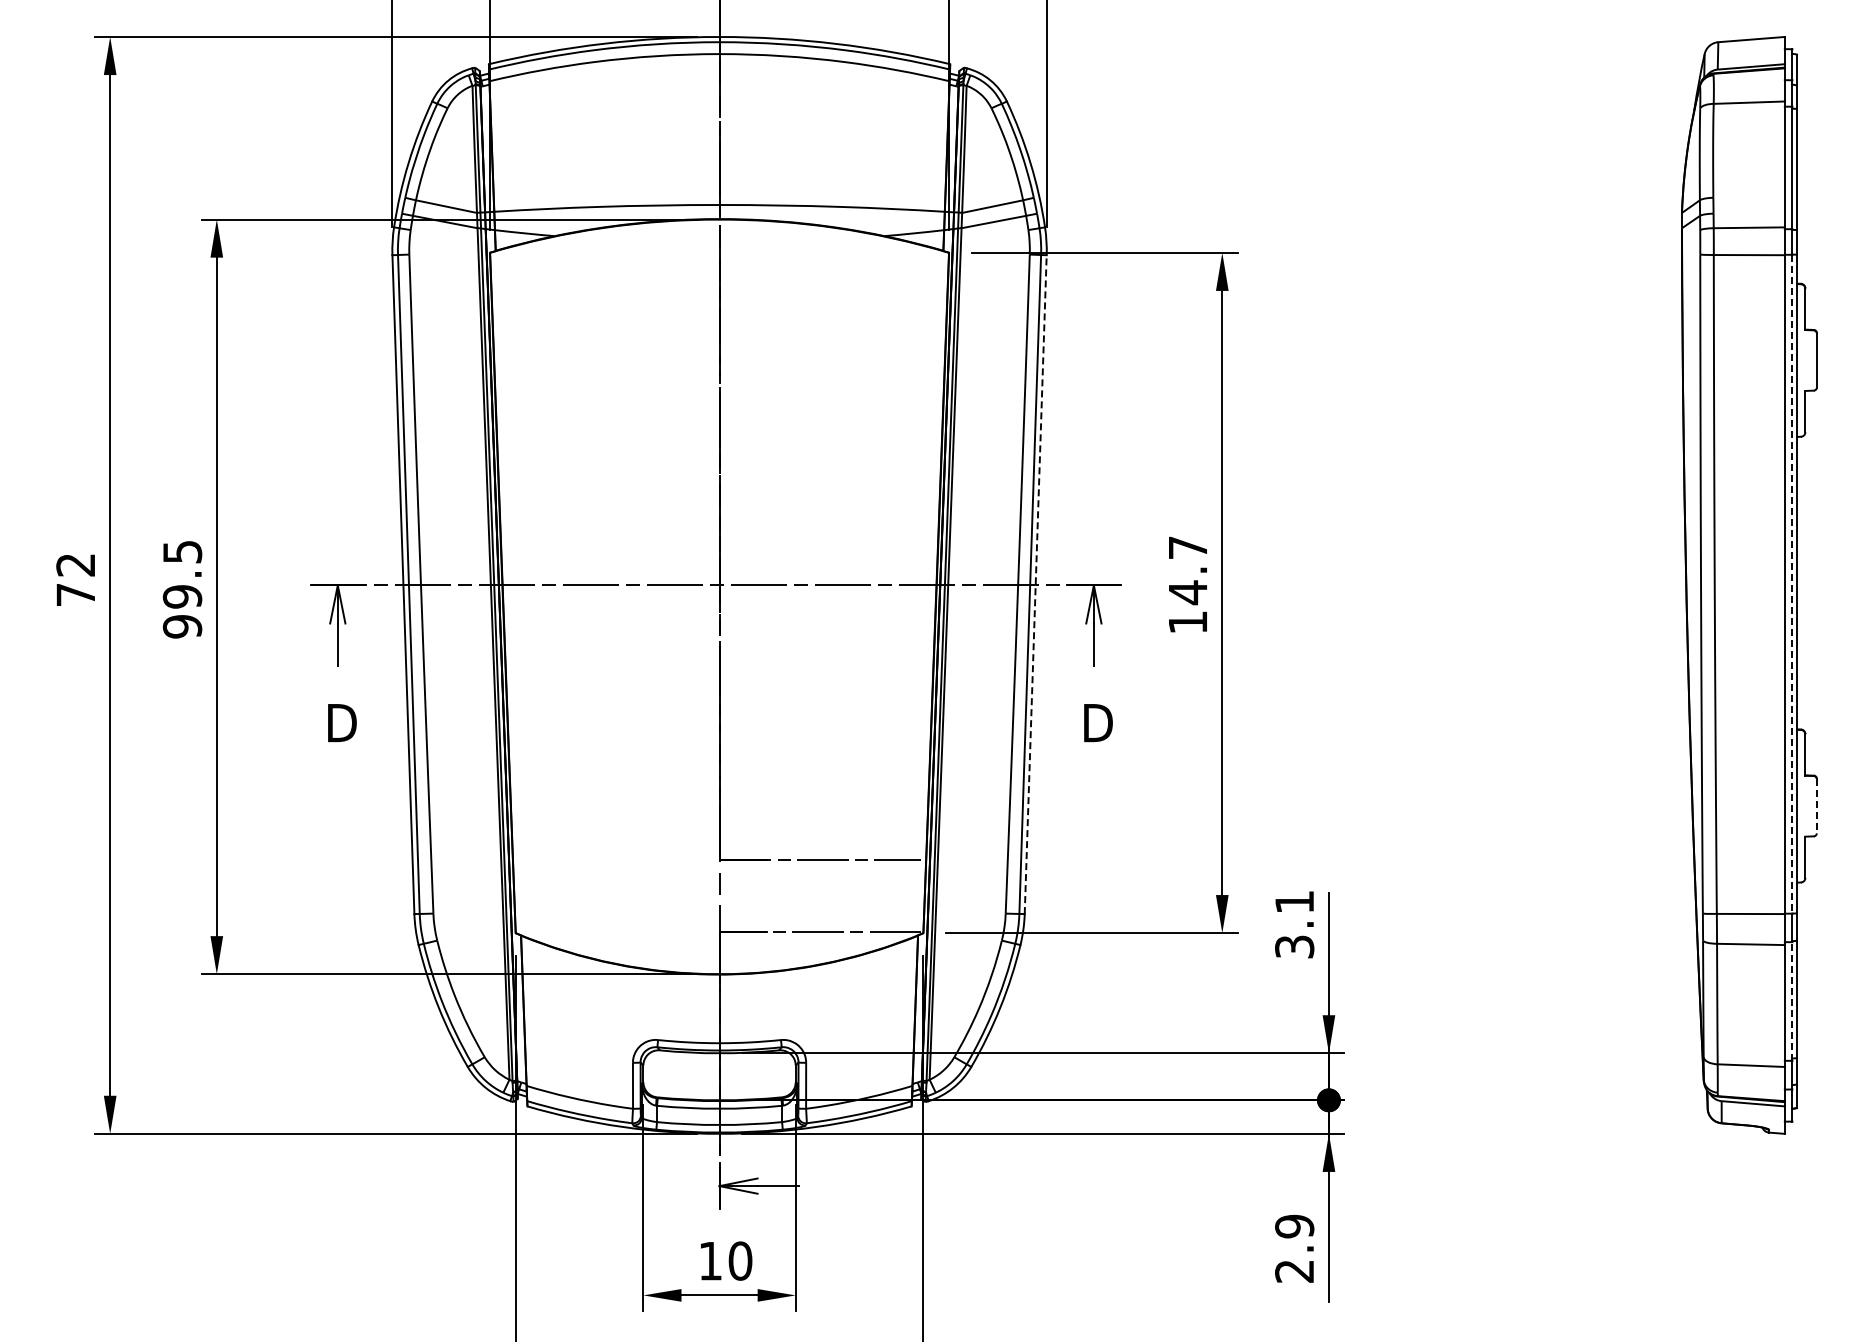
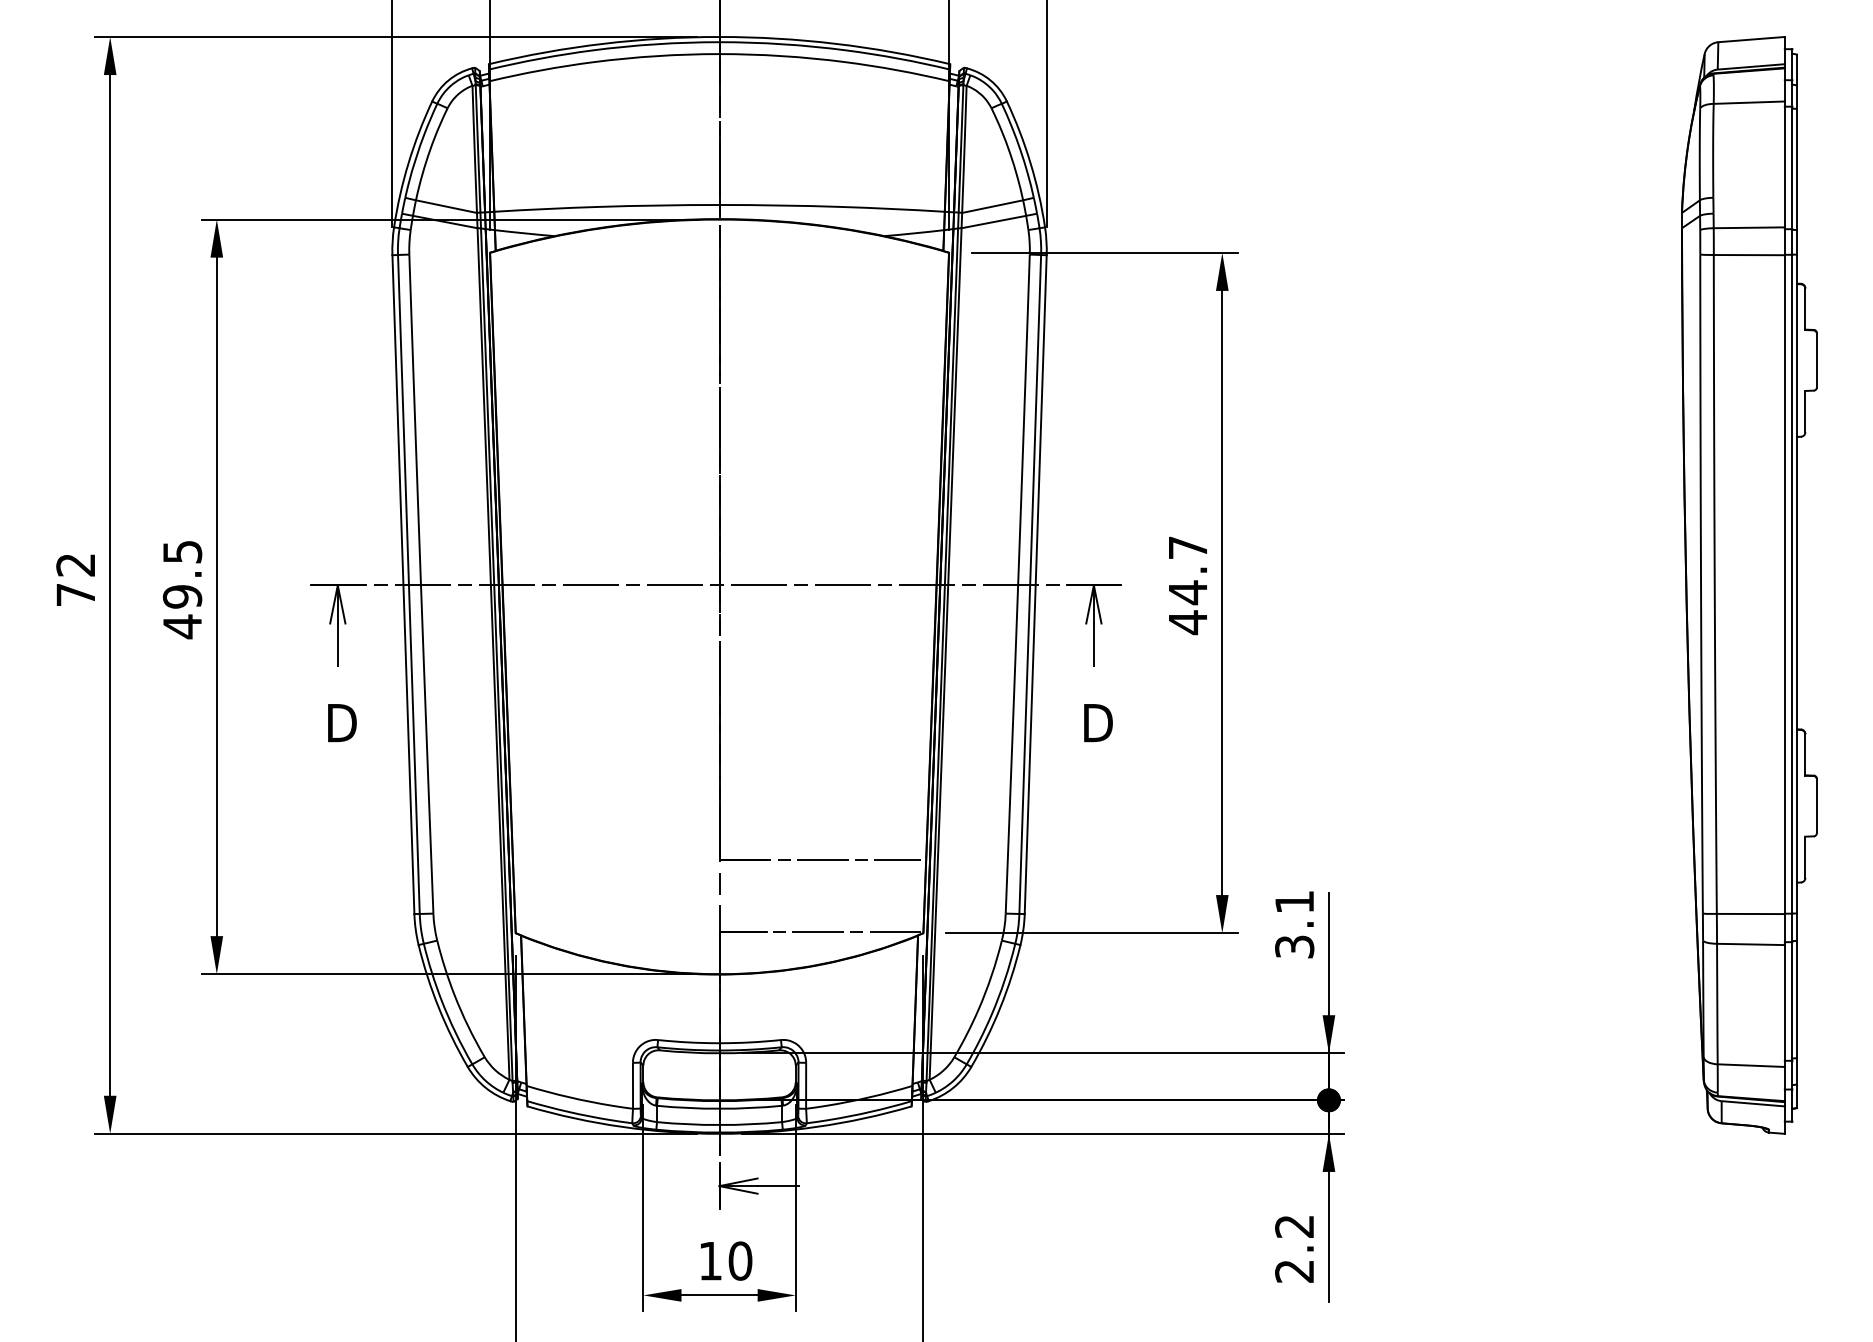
line at (1035, 584): dashed -> solid
line at (1792, 584): dashed -> solid
text at (1187, 622): 14.7 -> 44.7
text at (182, 626): 99.5 -> 49.5
line at (1816, 806): dashed -> solid
line at (1792, 1000): dashed -> solid
text at (1294, 1226): 2.9 -> 2.2
